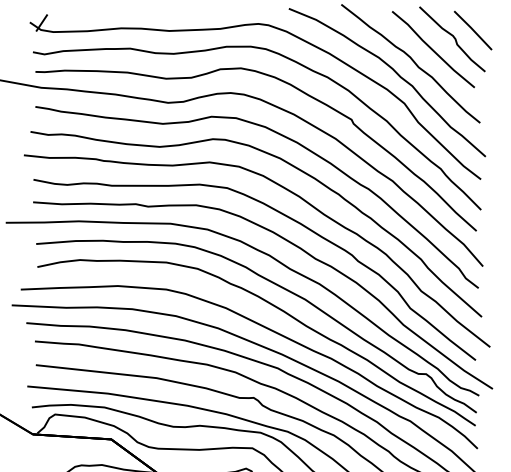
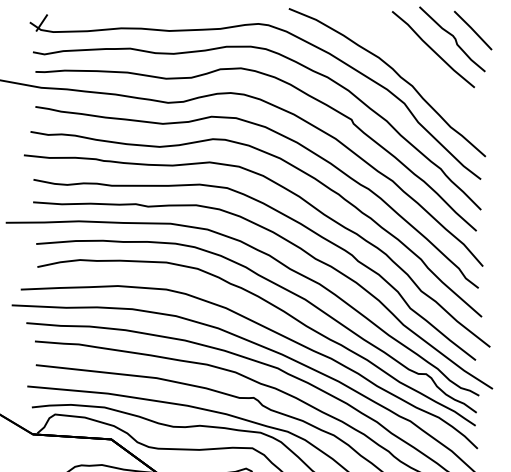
curve at (412, 61): present -> none
